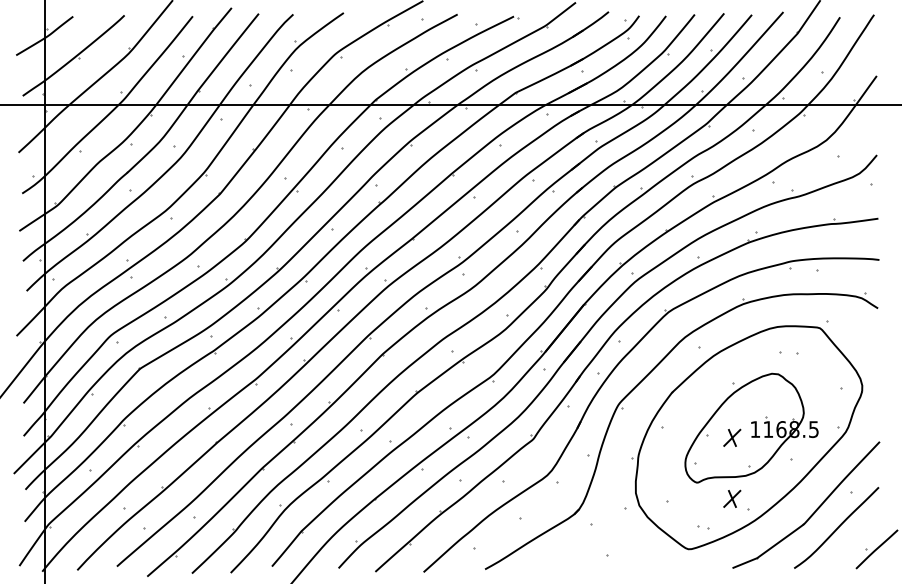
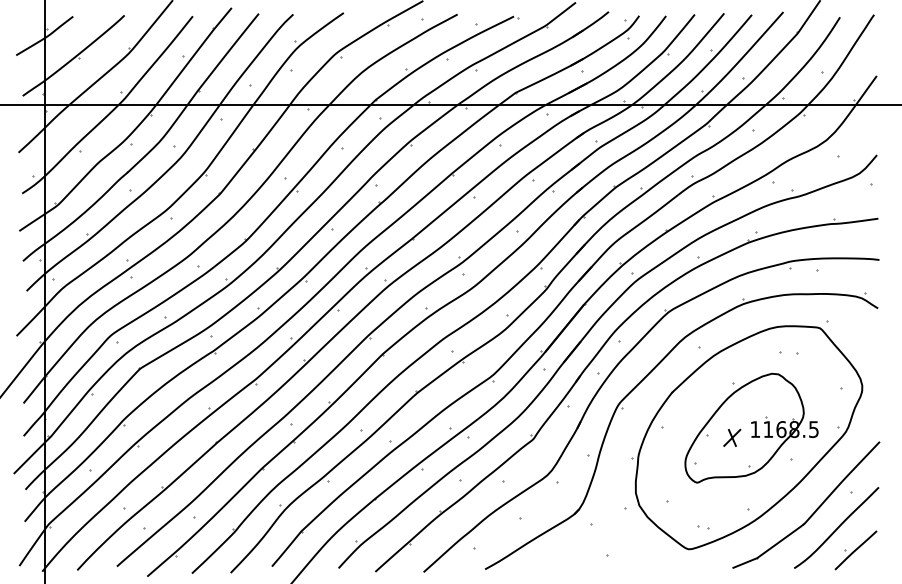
part at (732, 498): present -> none
part at (876, 549) position: (876, 549) -> (855, 550)
